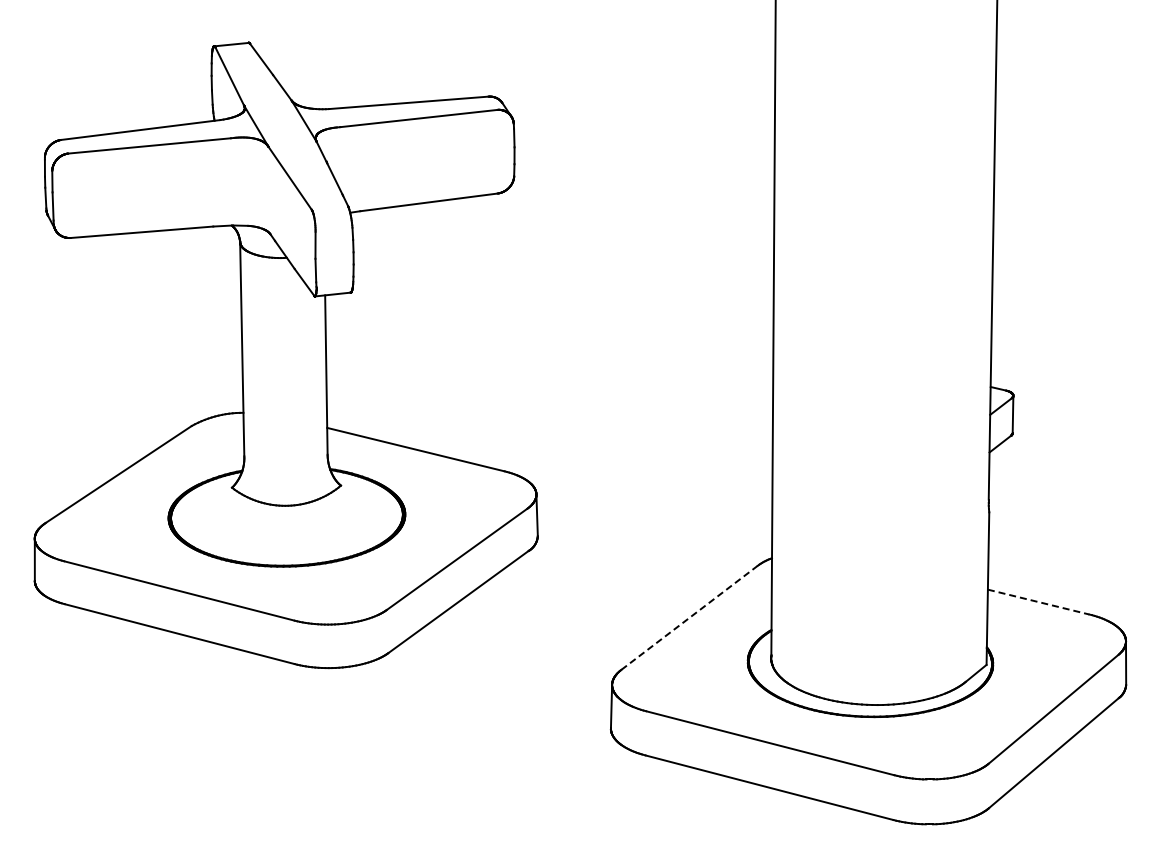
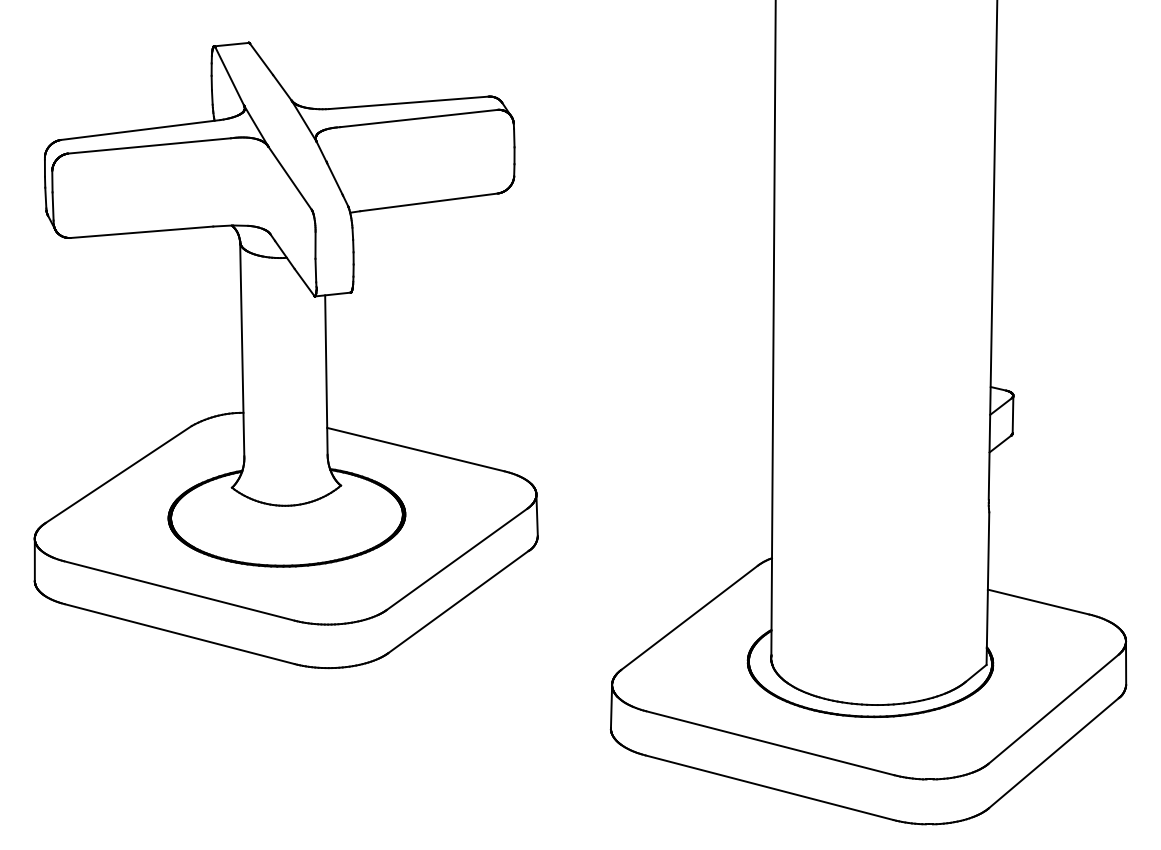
line at (1039, 602): dashed -> solid
line at (689, 617): dashed -> solid
